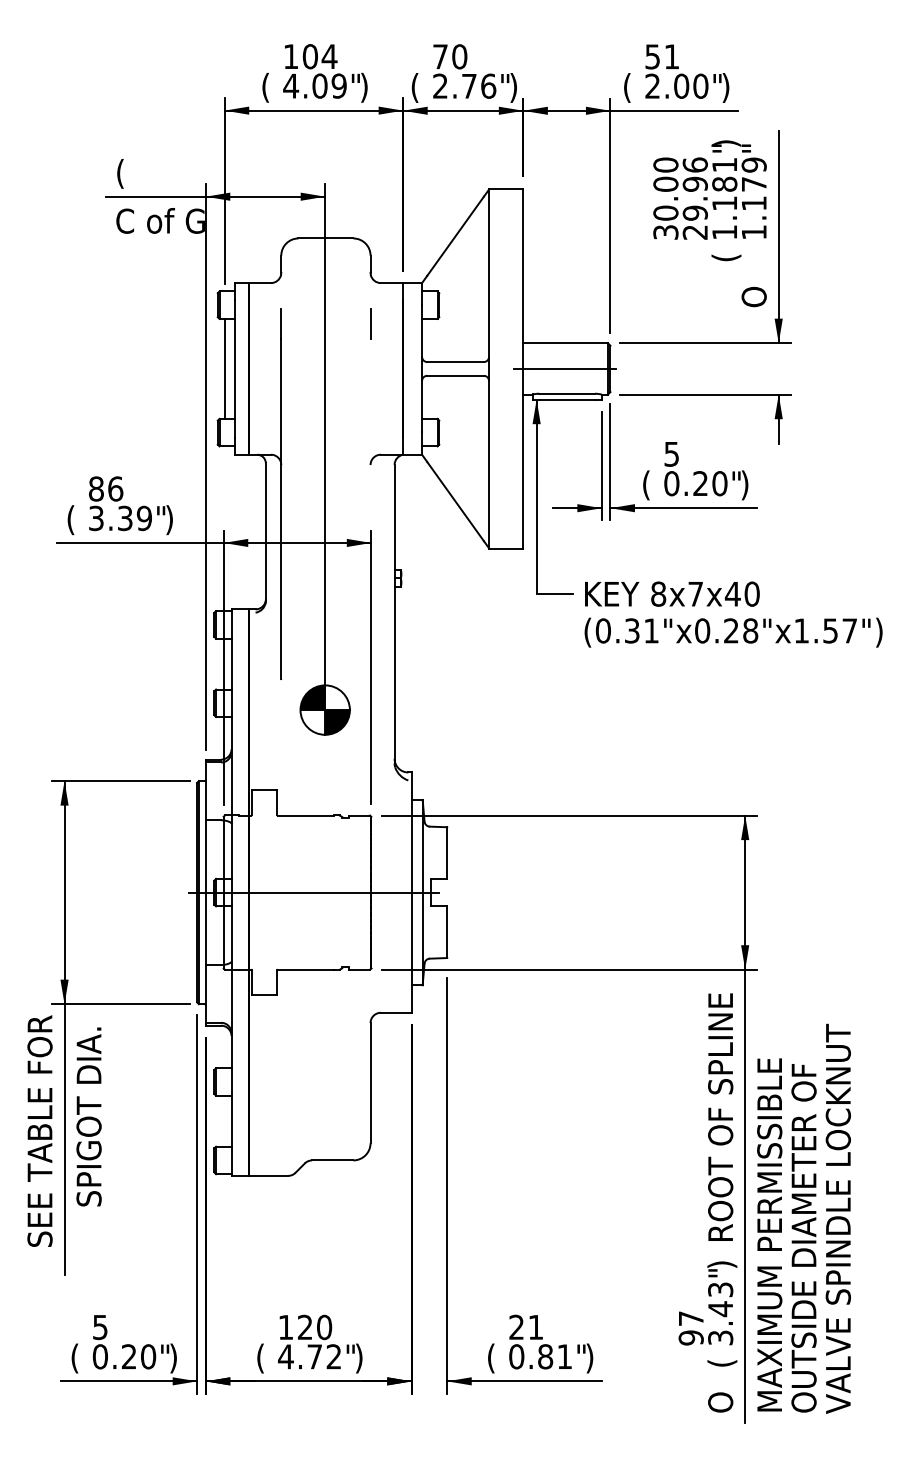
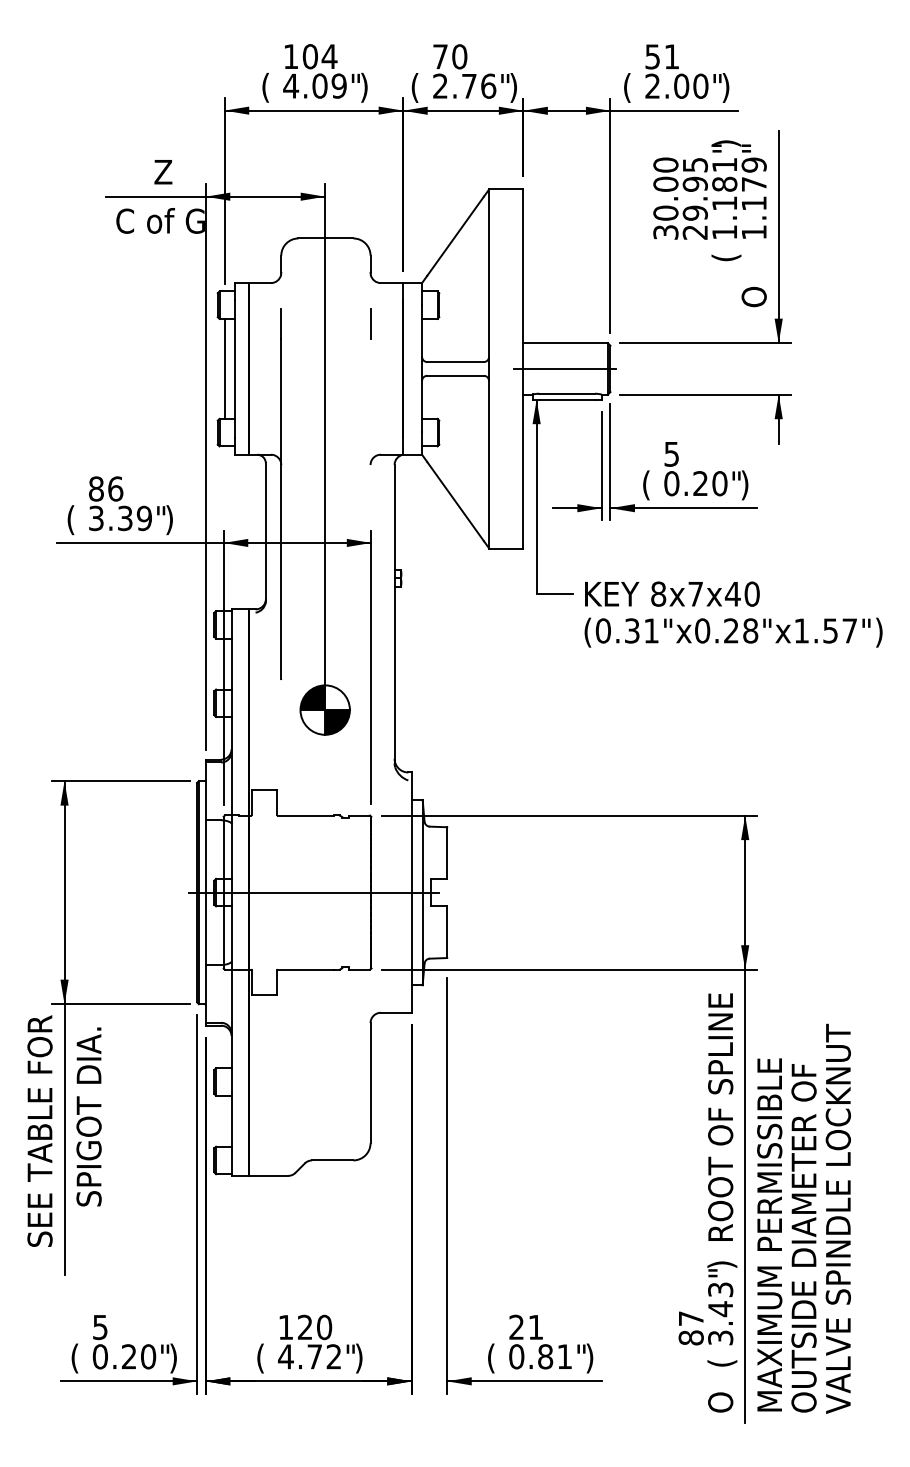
text at (694, 164): 29.96 -> 29.95
text at (144, 173): ( -> Z
text at (690, 1337): 97 -> 87
